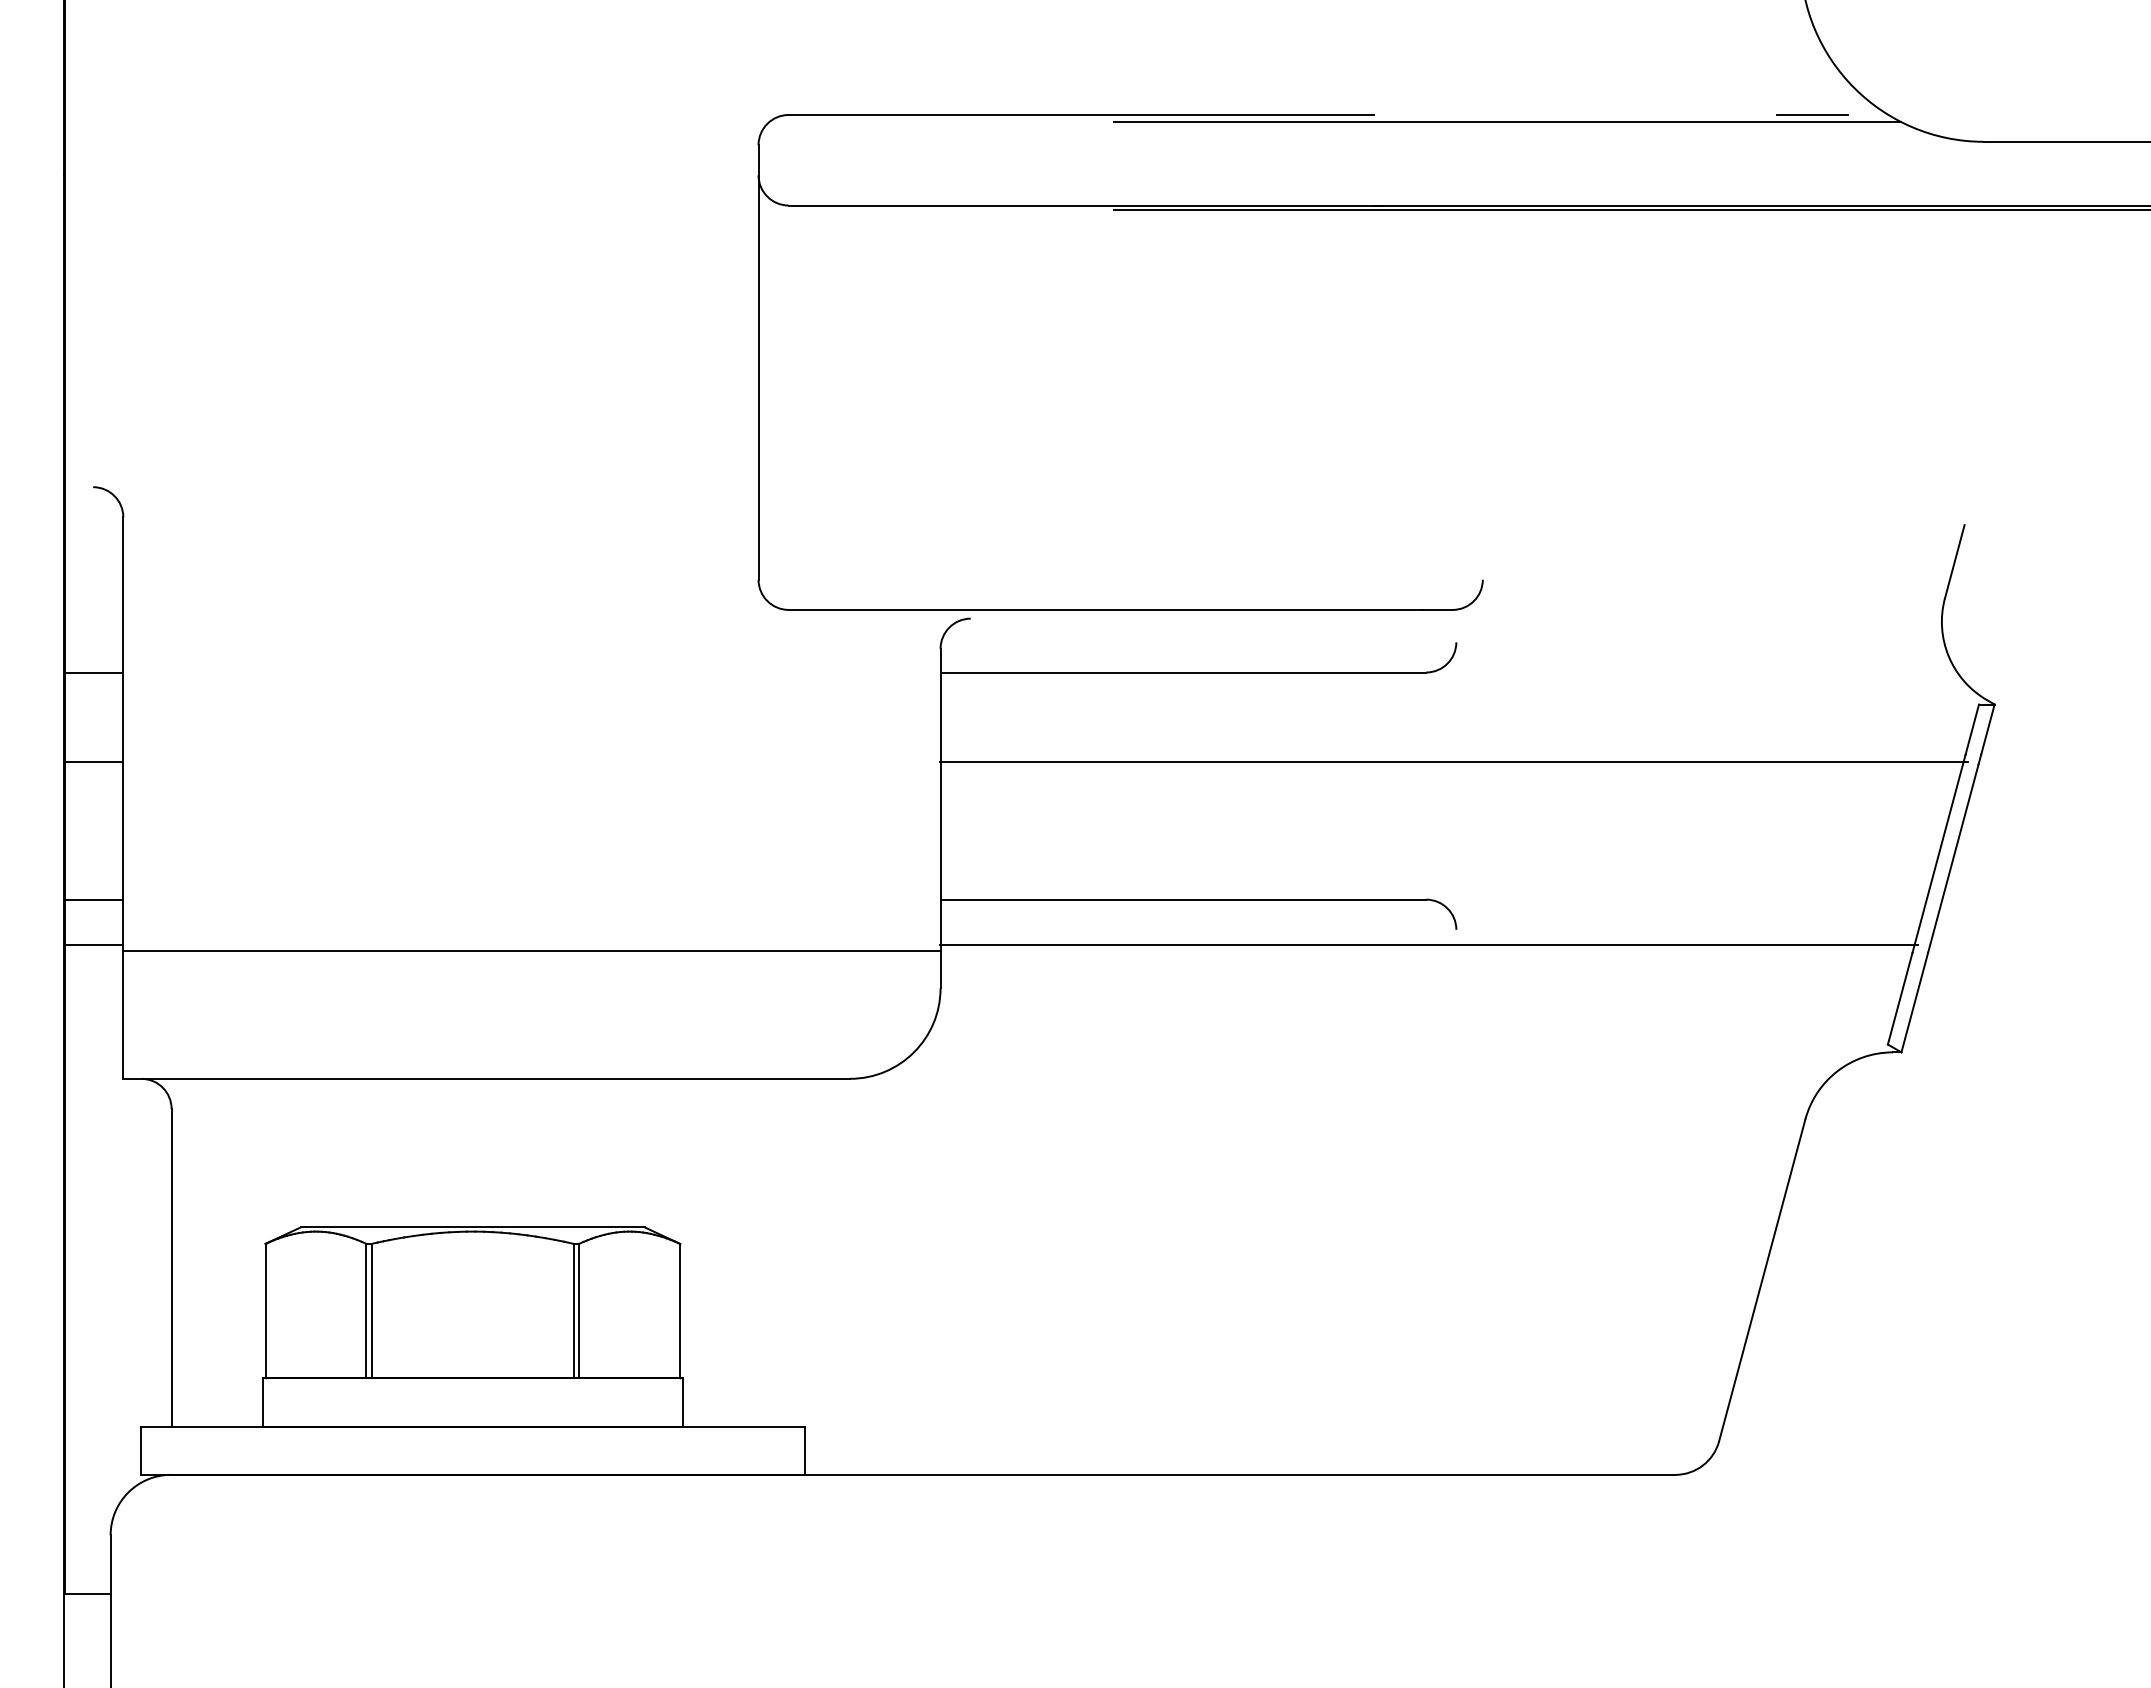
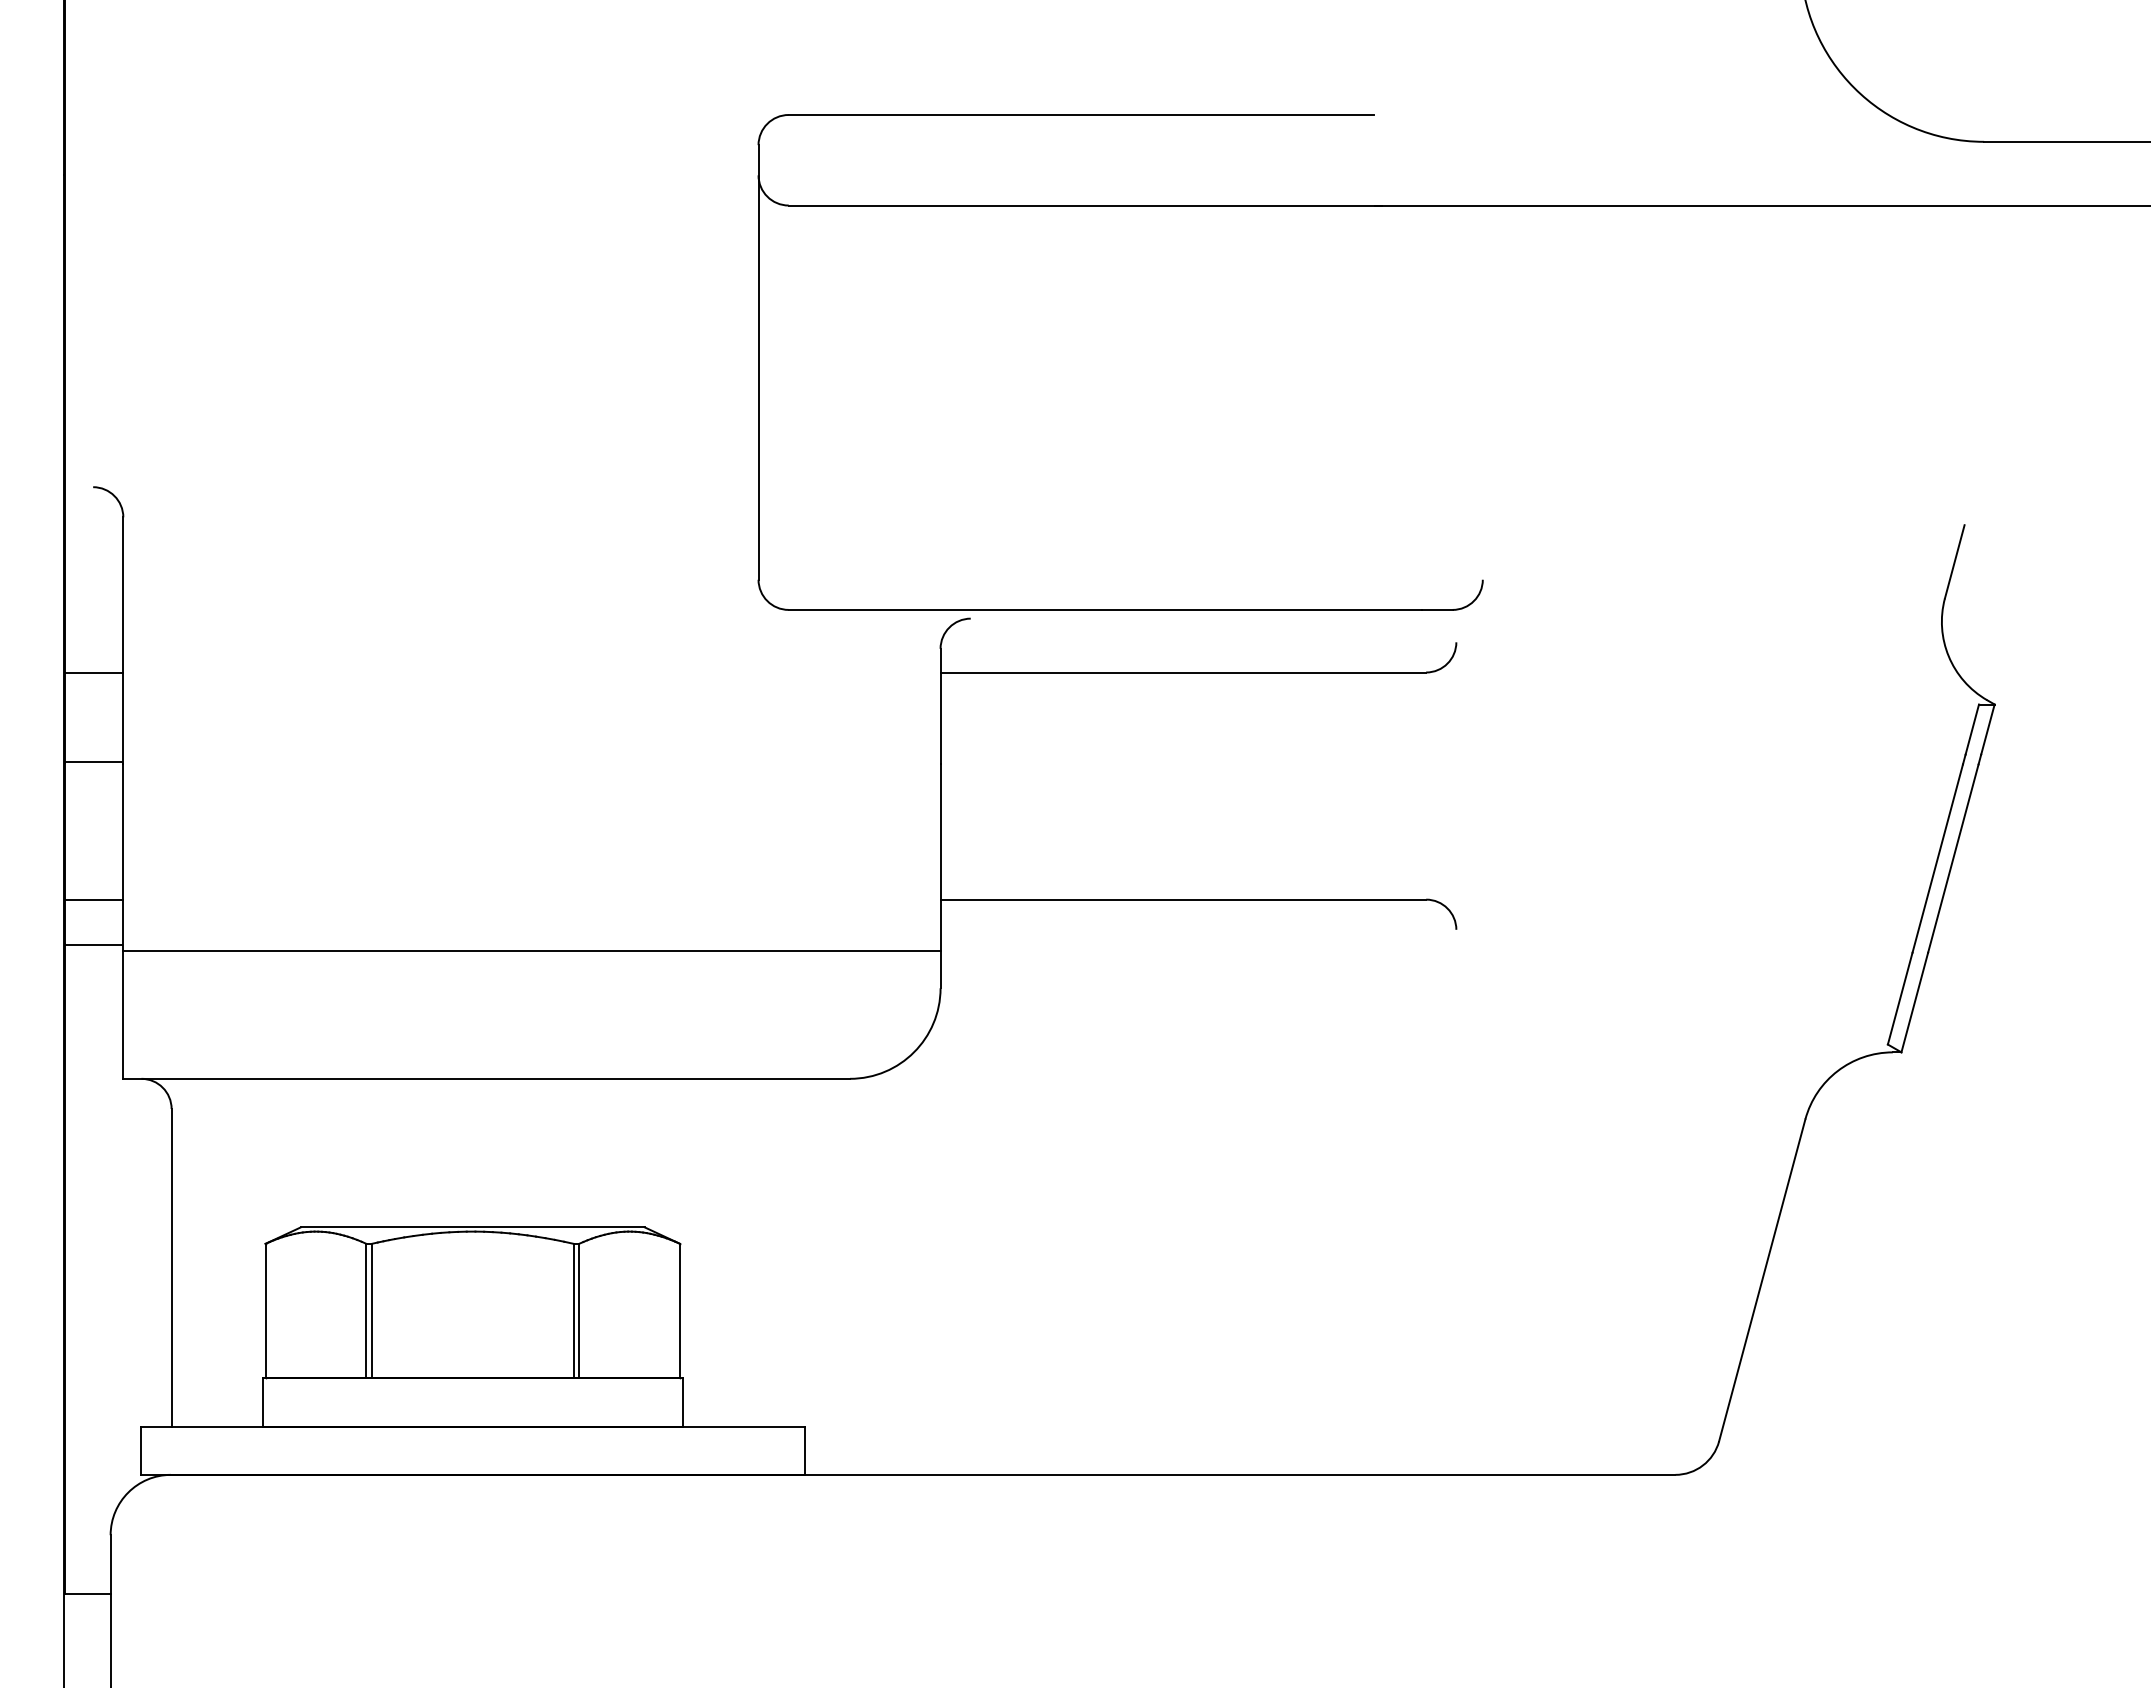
line at (1812, 115): present -> none
line at (1506, 121): present -> none
line at (1630, 209): present -> none
line at (1454, 761): present -> none
line at (1428, 945): present -> none
